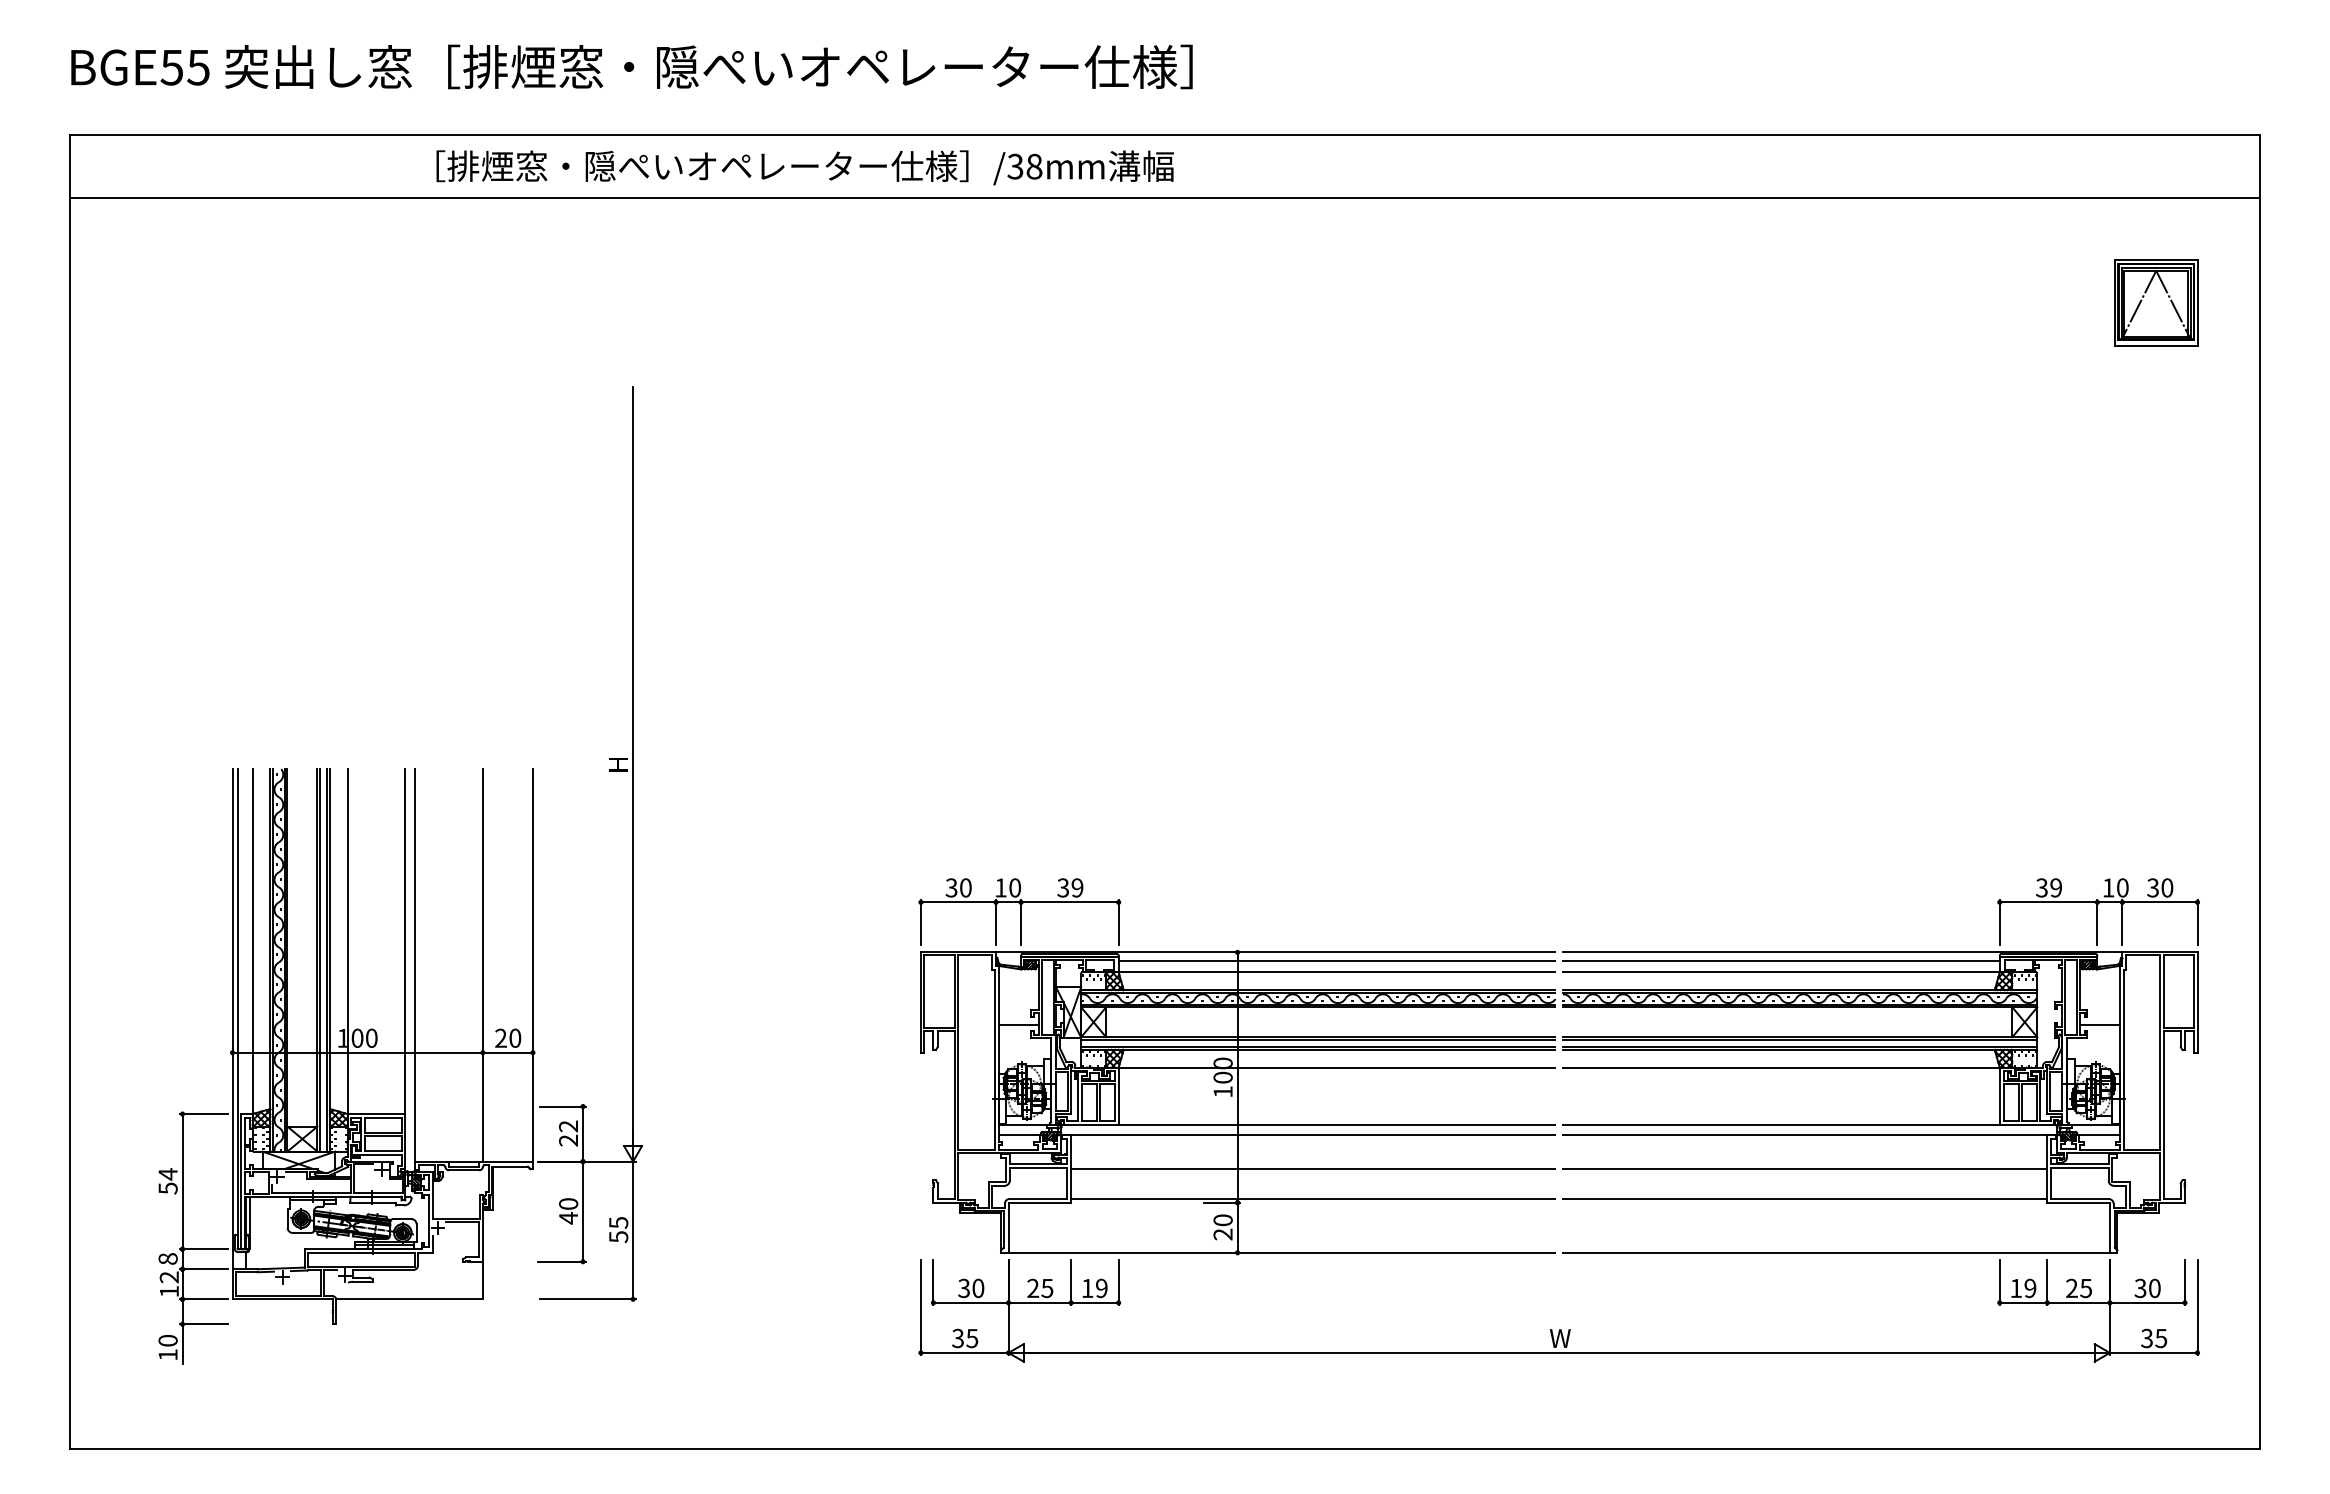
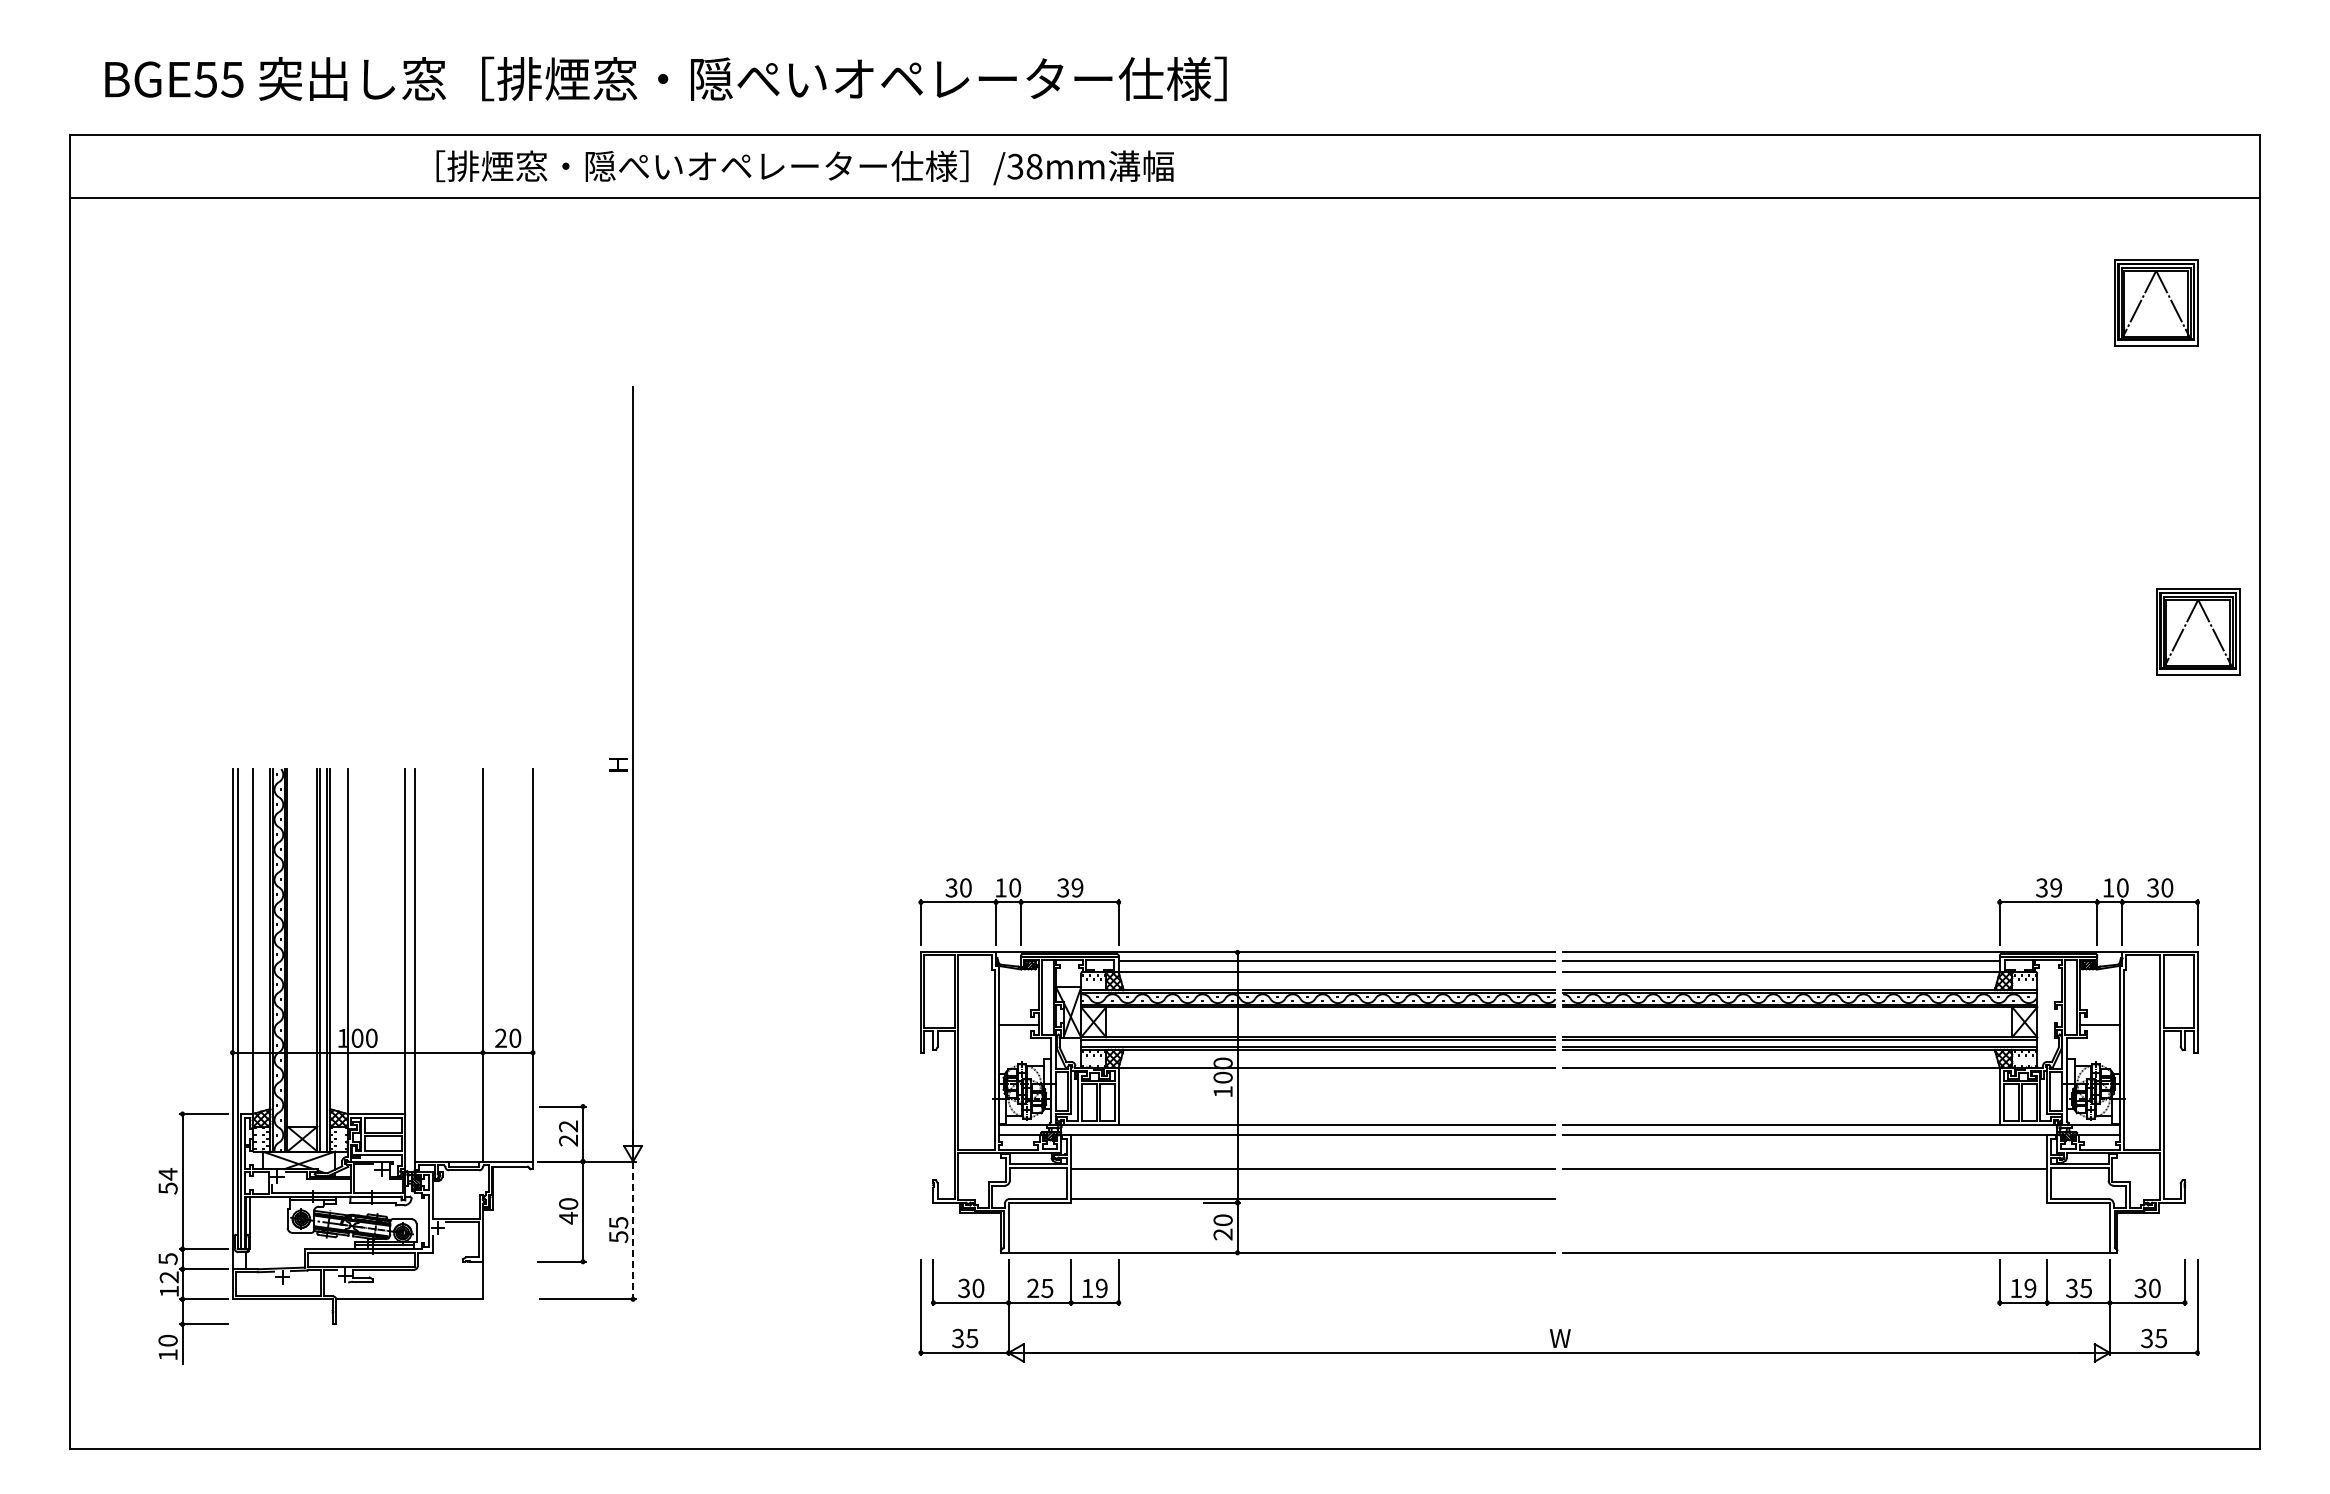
text at (631, 66) position: (631, 66) -> (665, 78)
part at (2198, 631): none -> present
line at (1804, 1198): present -> none
line at (633, 1230): solid -> dashed
text at (167, 1259): 8 -> 5
text at (2071, 1288): 25 -> 35
